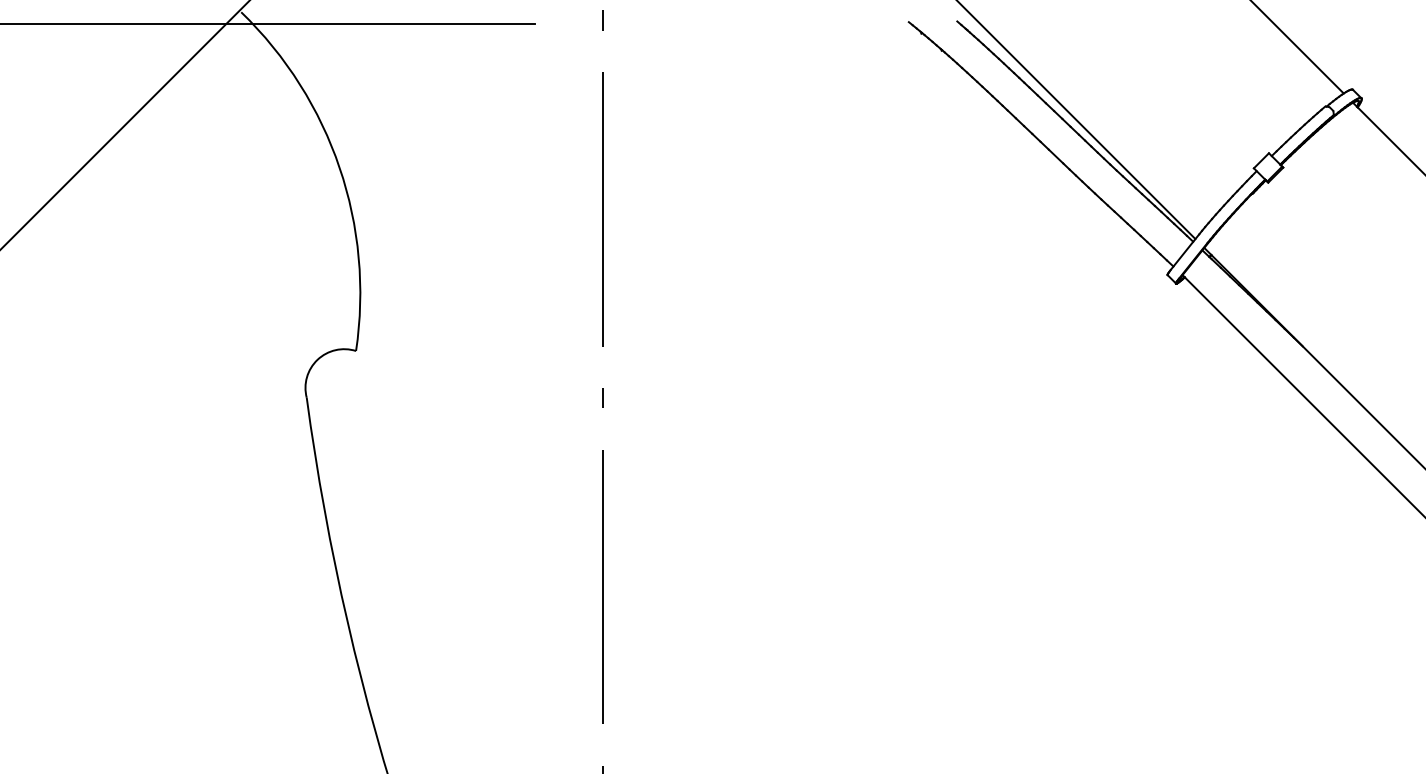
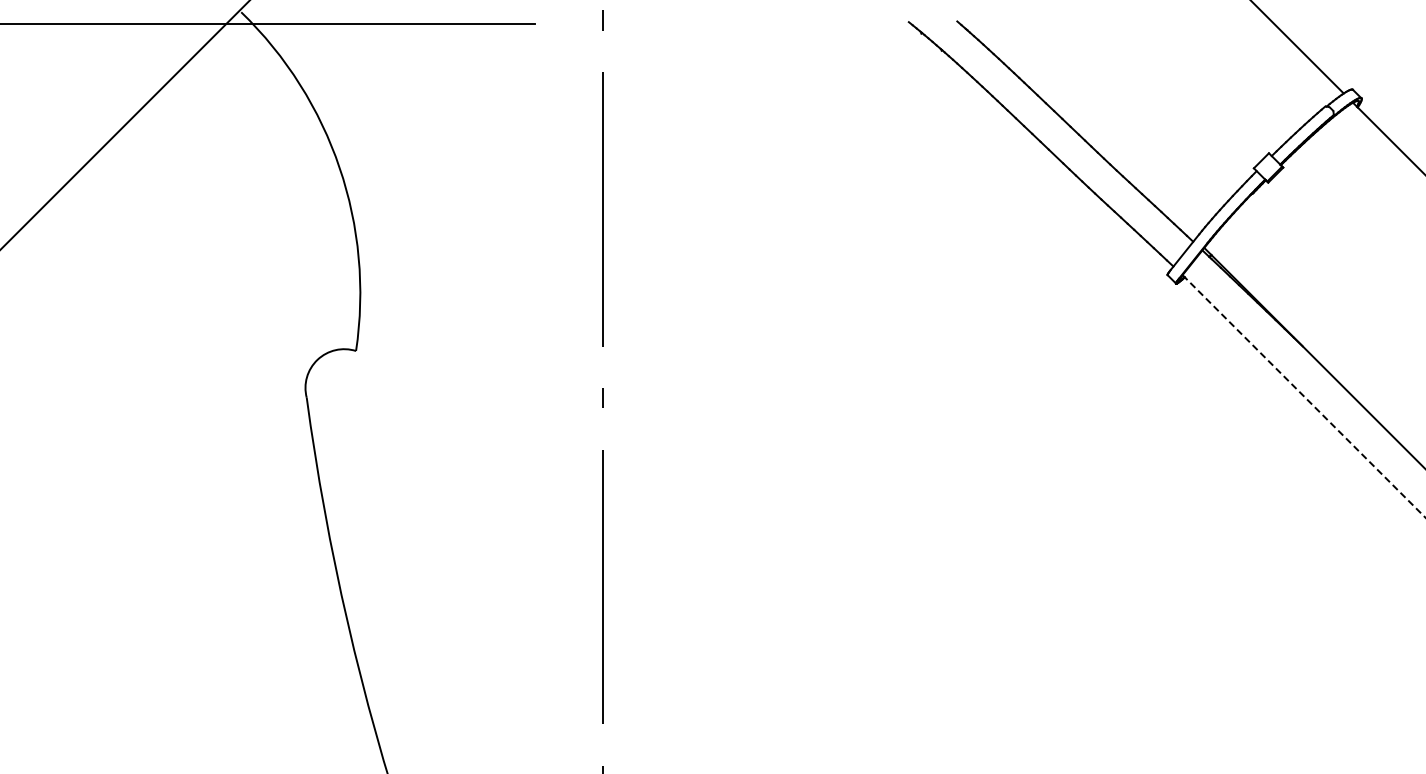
line at (1077, 120): present -> none
line at (1304, 396): solid -> dashed
